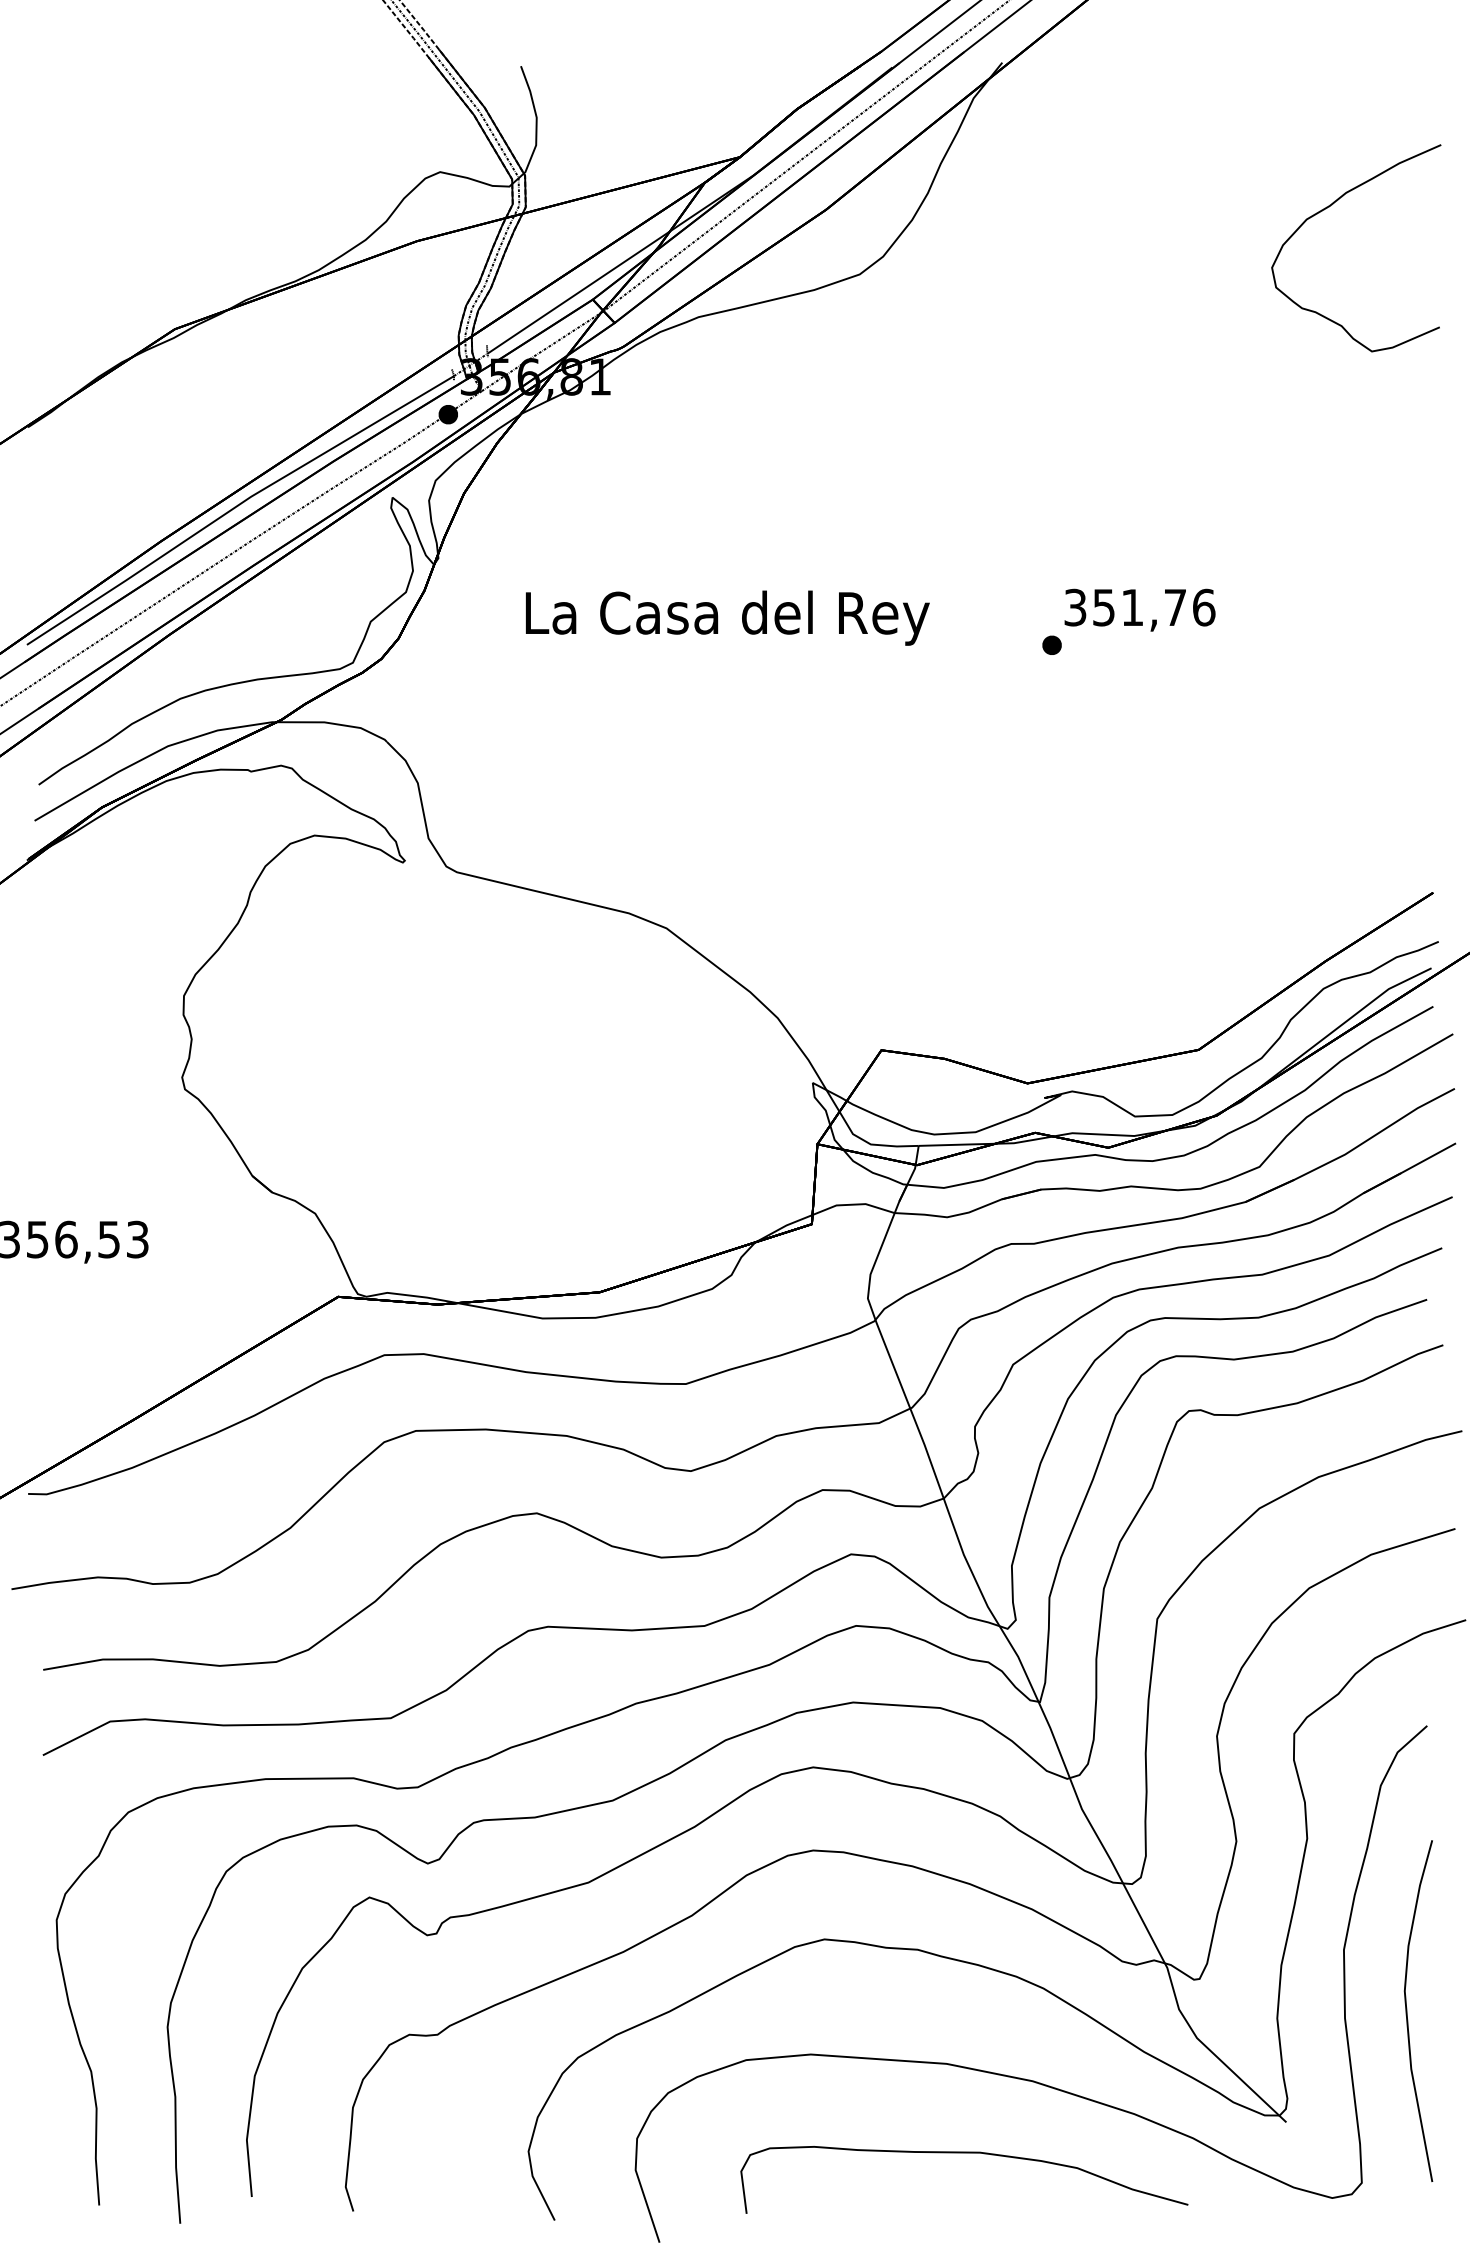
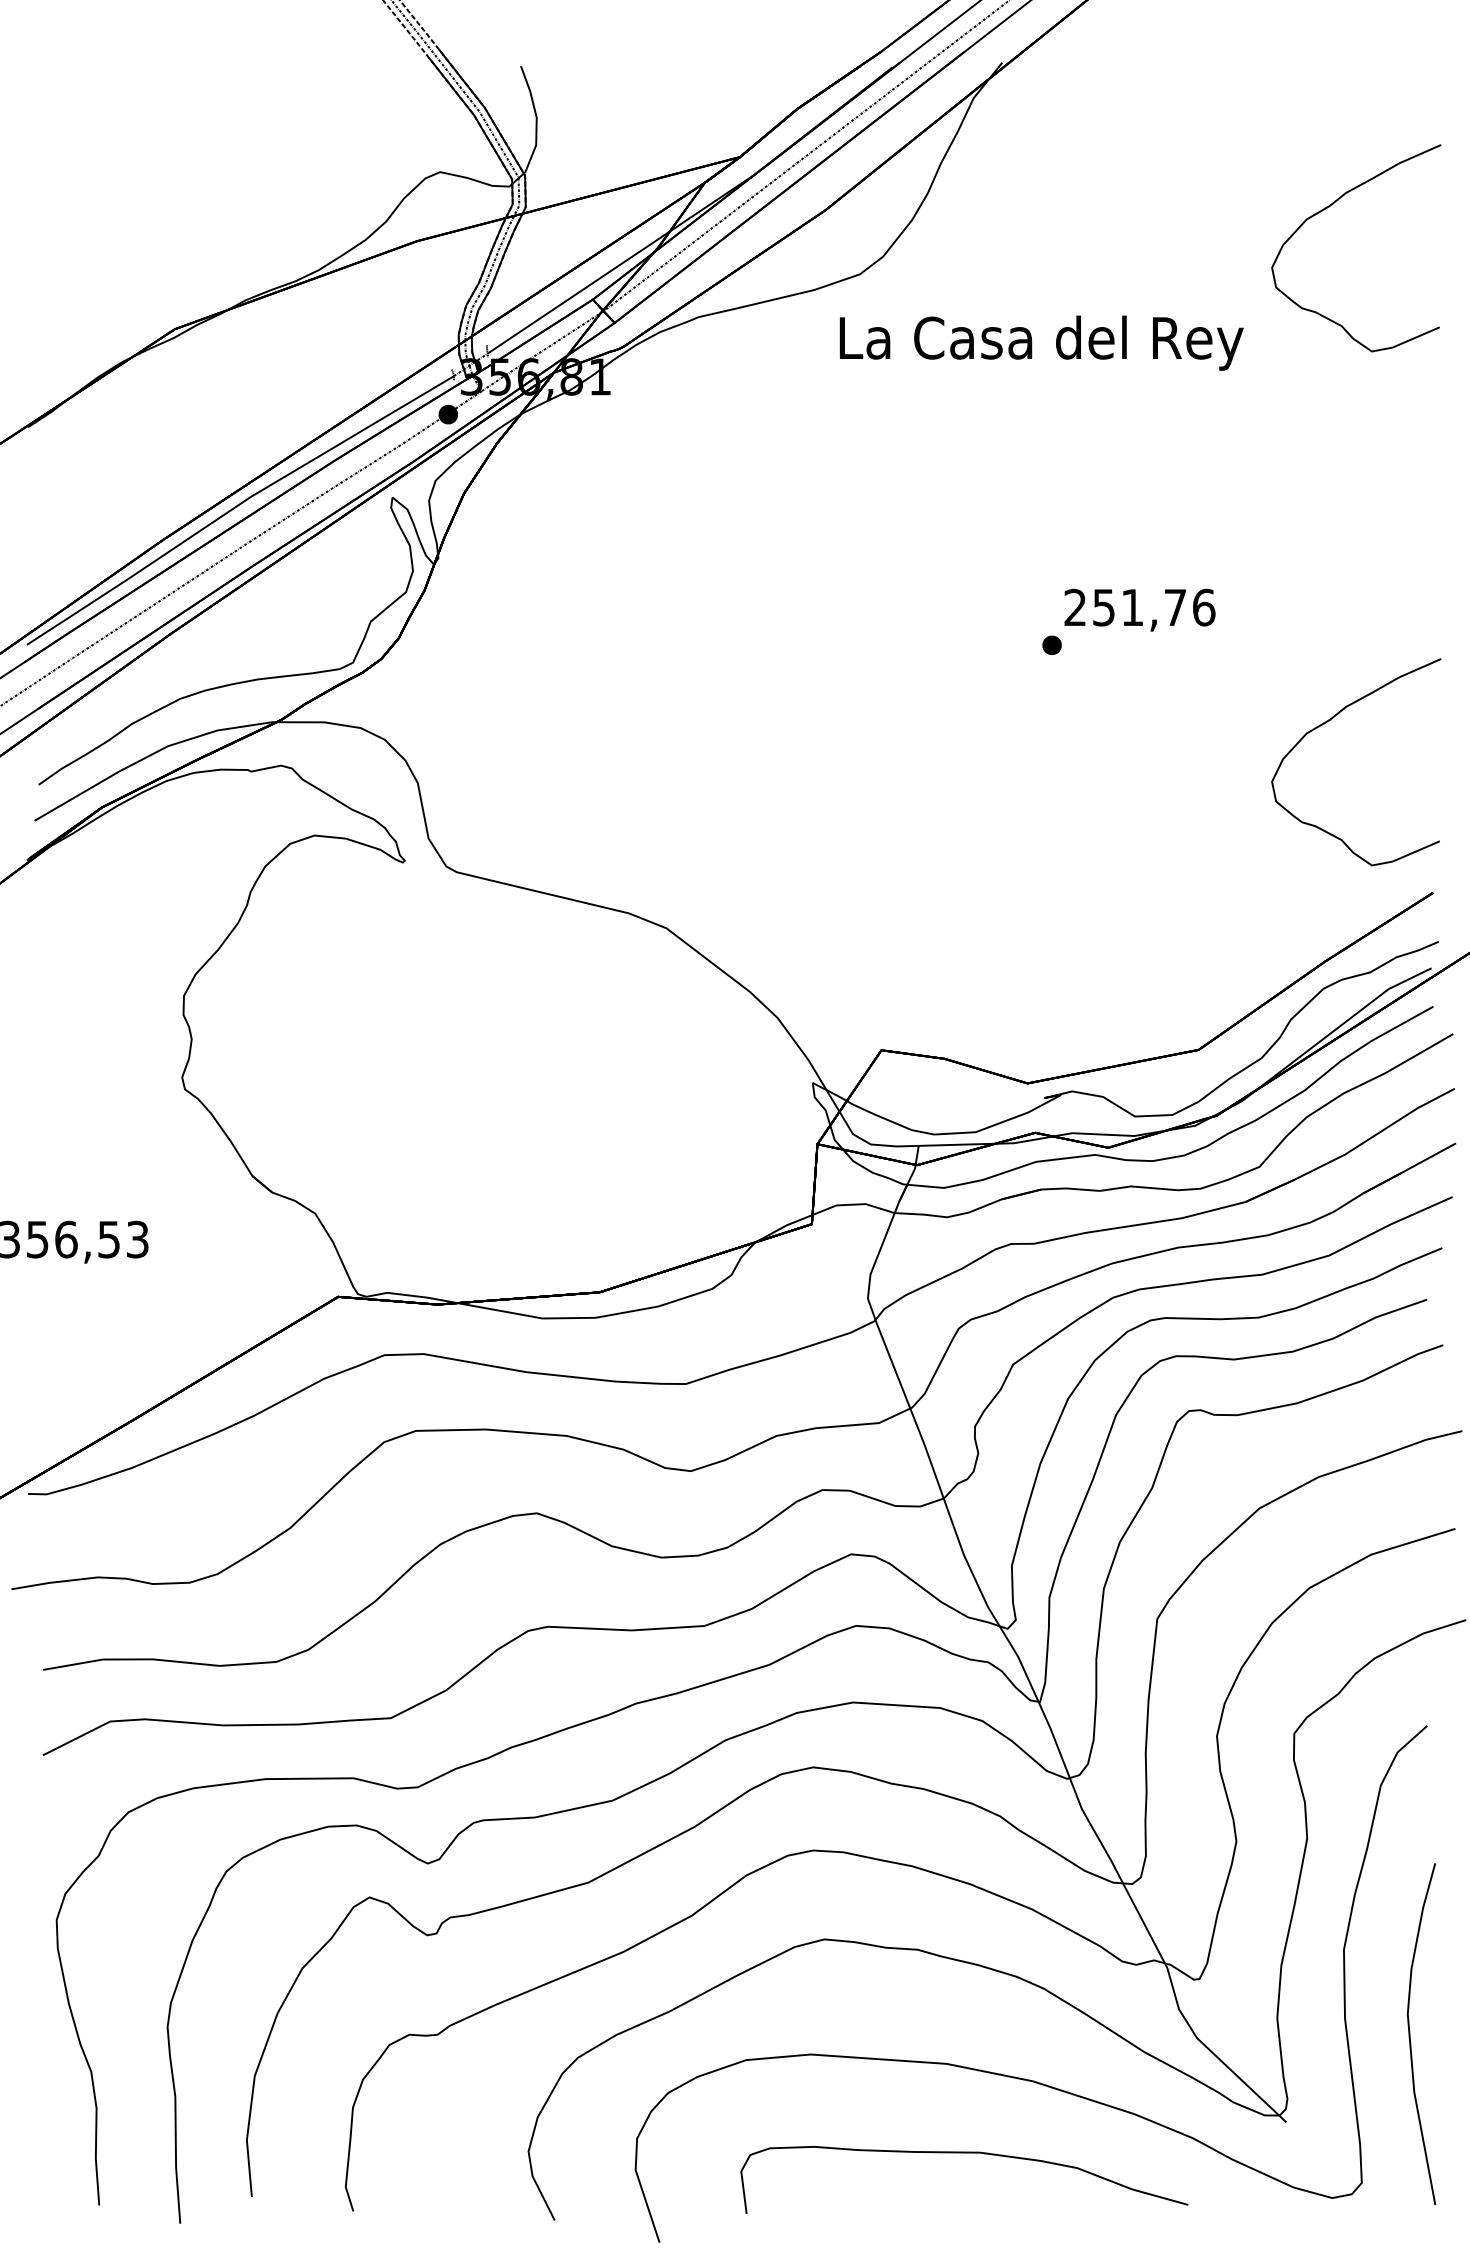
text at (1075, 607): 351,76 -> 251,76
text at (727, 617) position: (727, 617) -> (1041, 342)
curve at (1329, 721): none -> present
curve at (1407, 2010) position: (1407, 2010) -> (1410, 2033)
